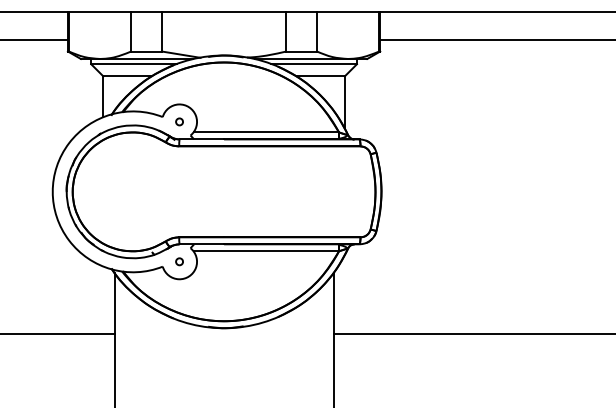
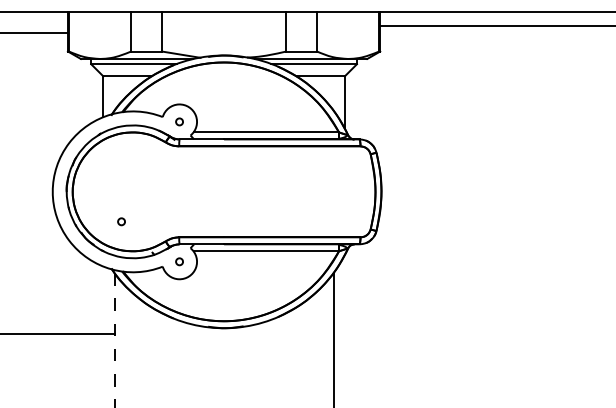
line at (34, 40) position: (34, 40) -> (34, 33)
line at (496, 40) position: (496, 40) -> (496, 26)
circle at (121, 221): none -> present
line at (472, 333): present -> none
line at (114, 340): solid -> dashed
